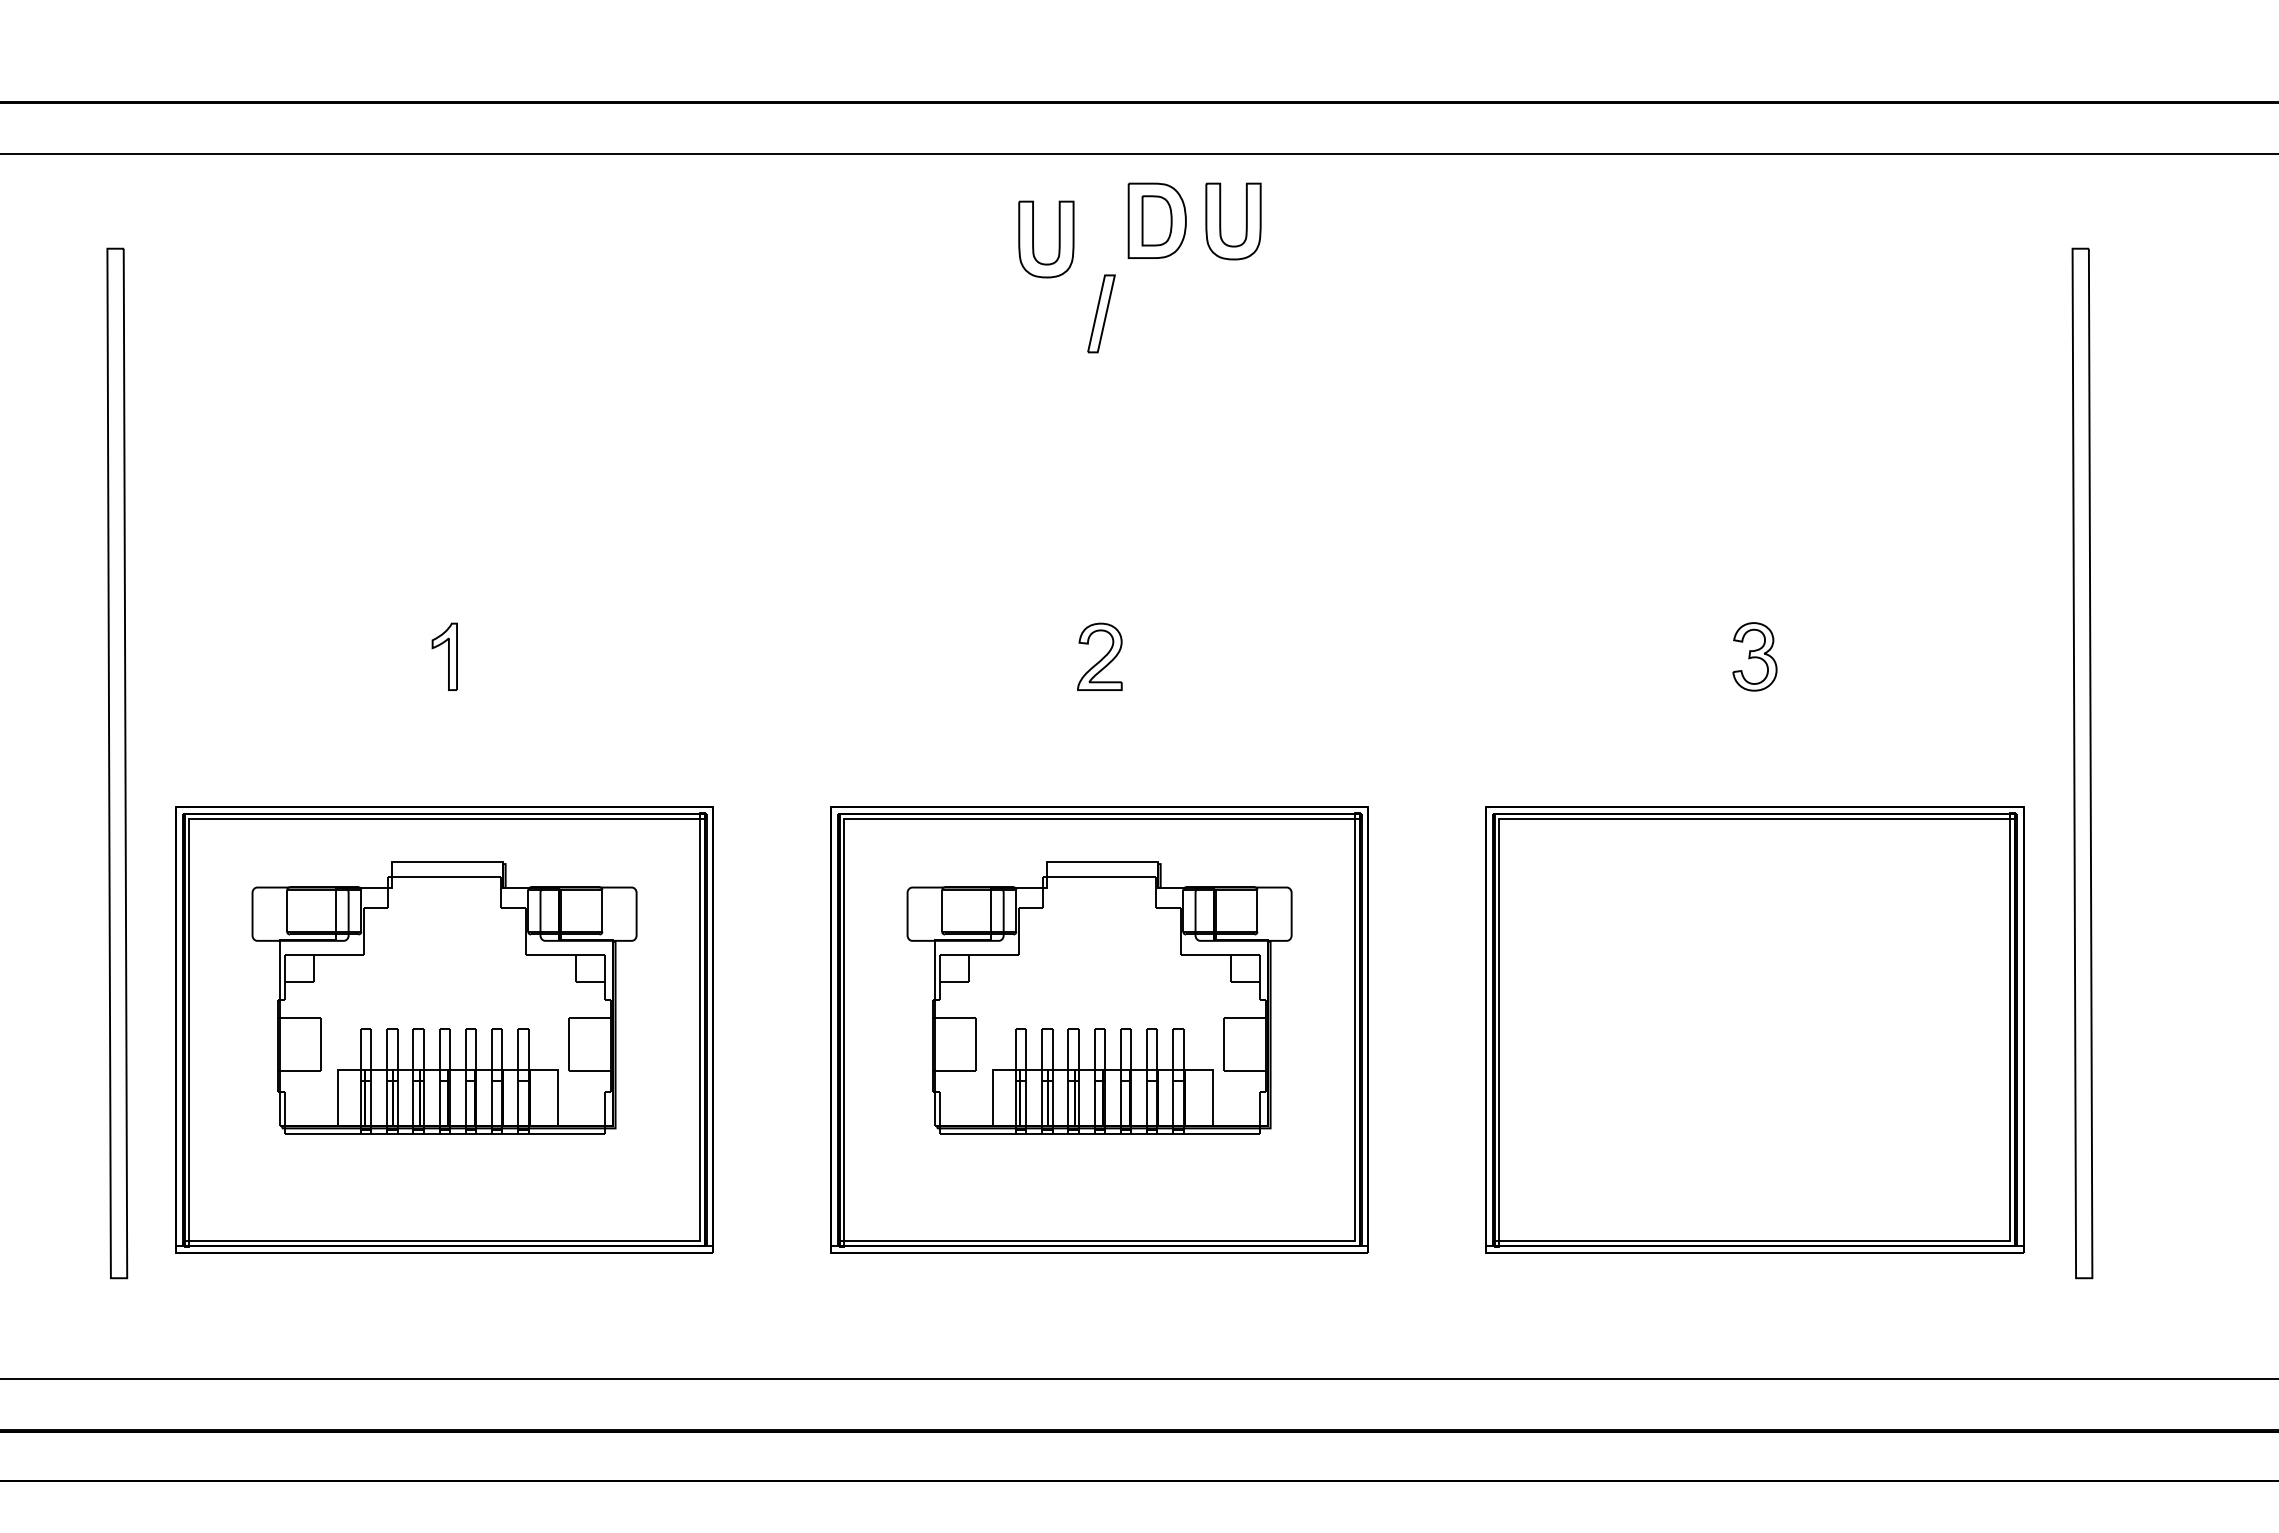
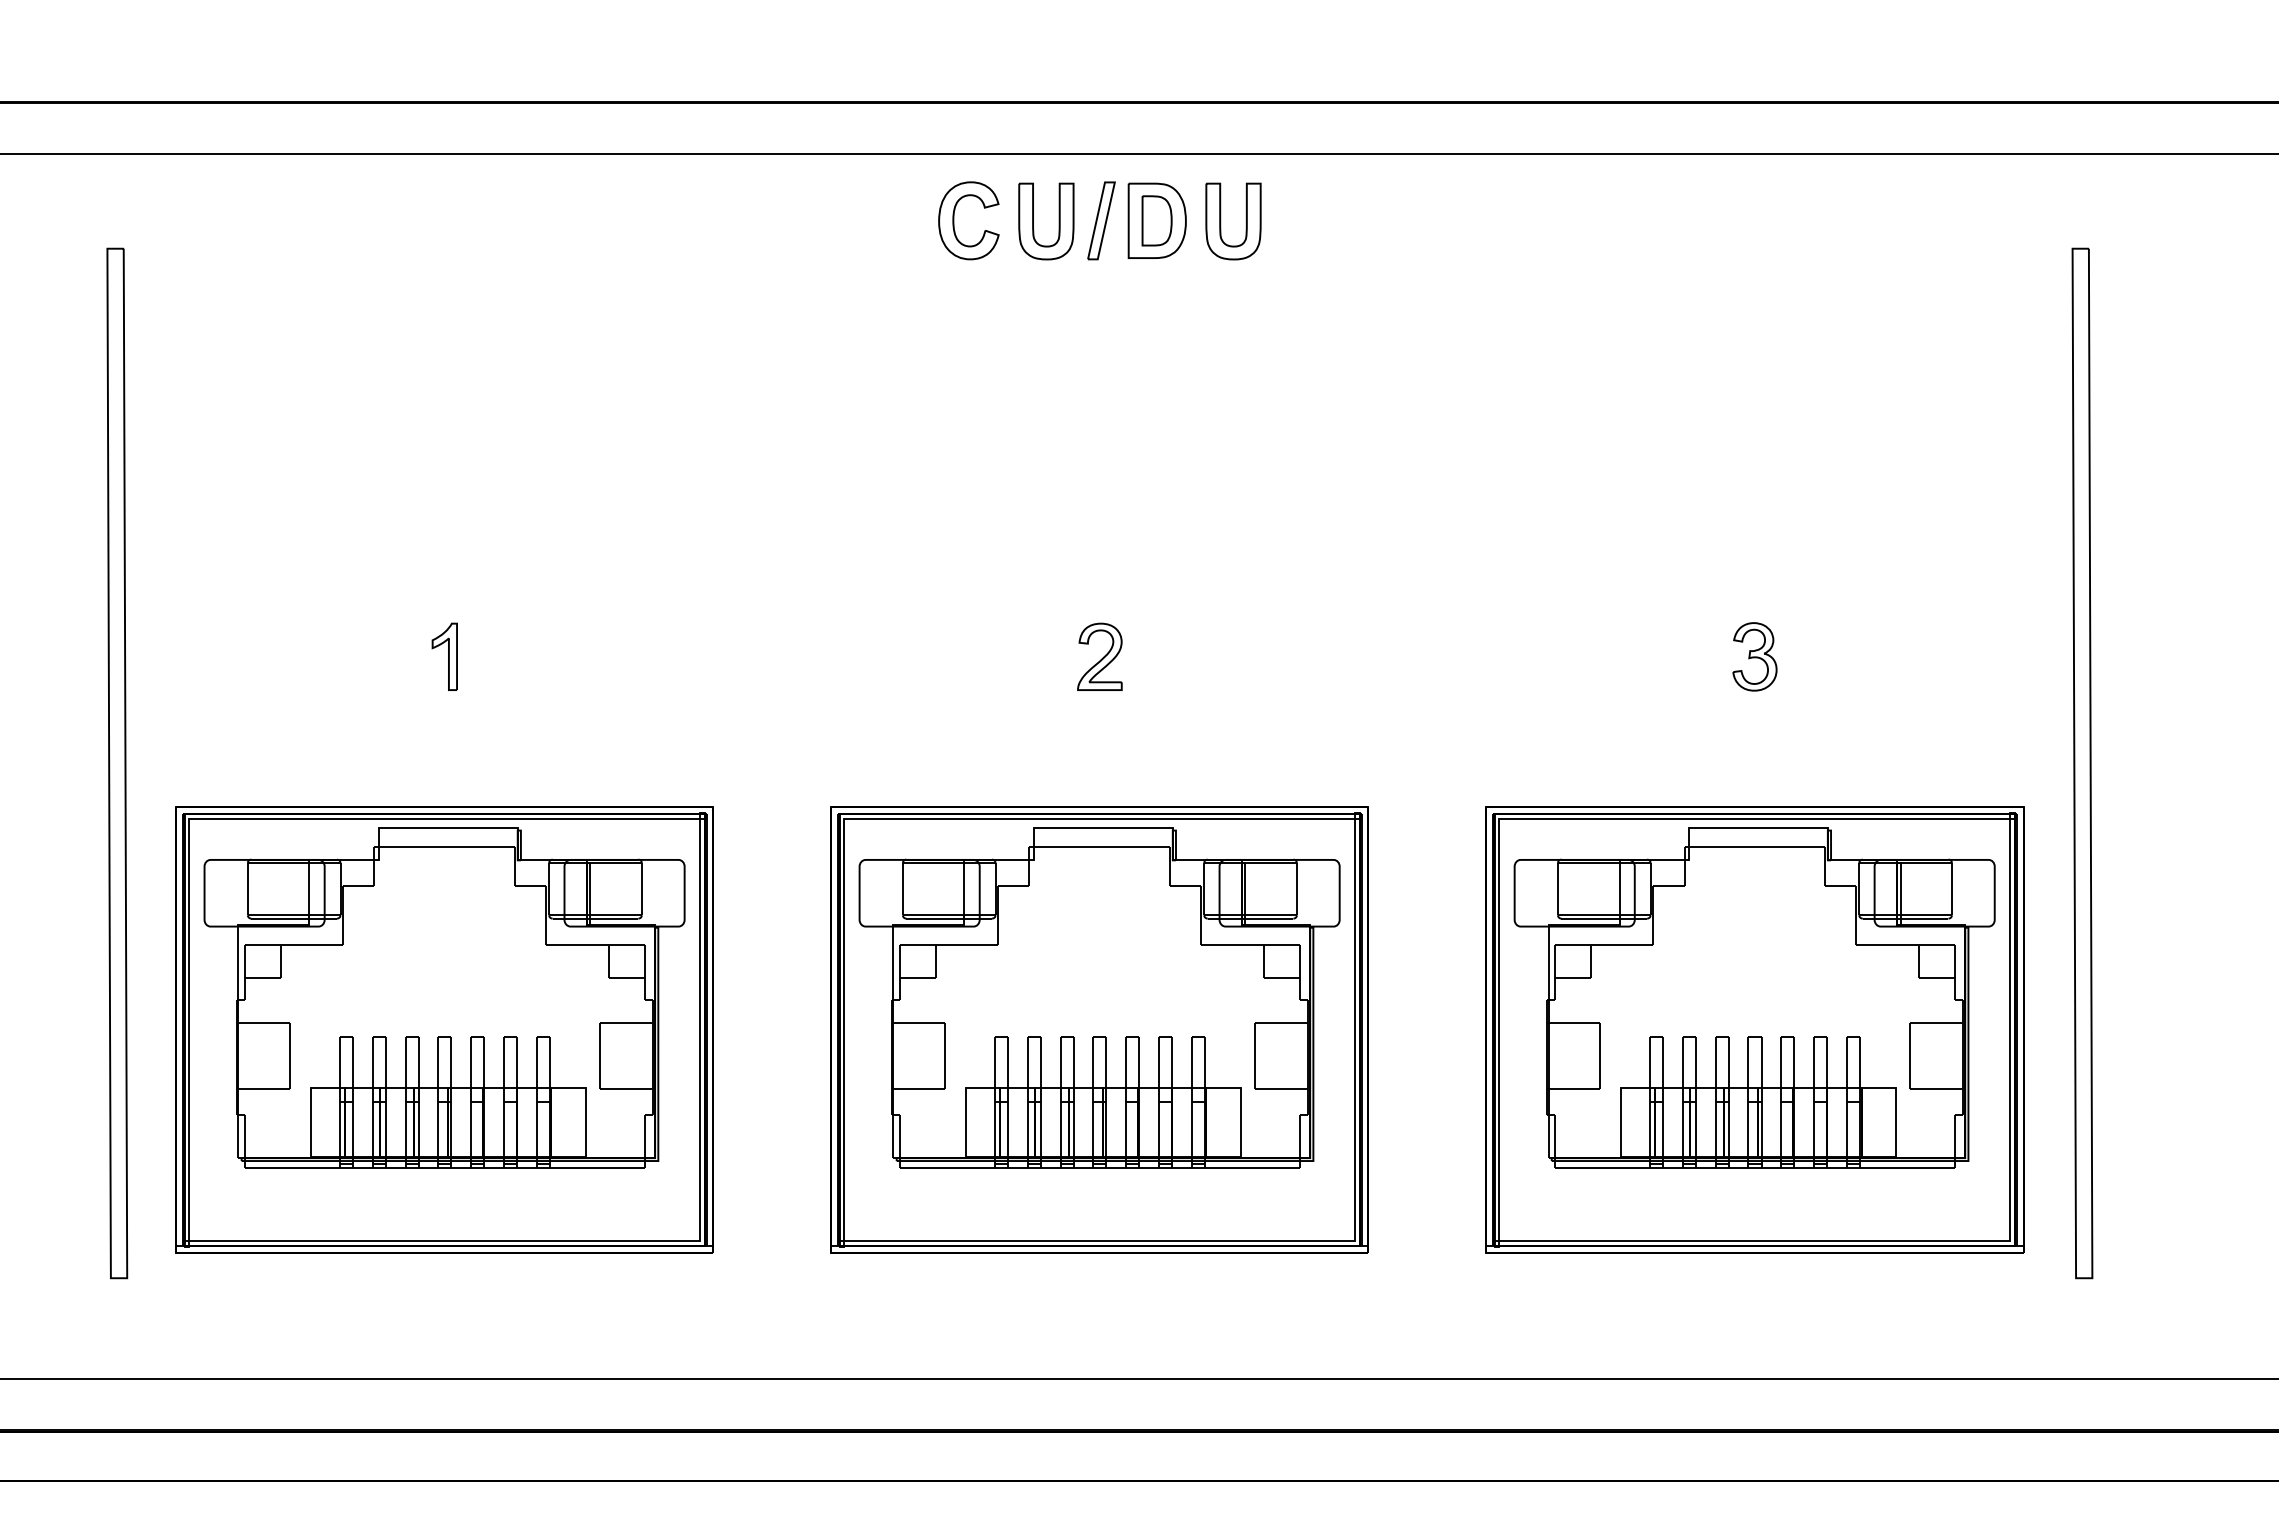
part at (954, 220): none -> present
part at (1058, 239) position: (1058, 239) -> (1058, 221)
part at (1101, 313) position: (1101, 313) -> (1101, 220)
part at (444, 997) size: 387x274 px -> 483x342 px
part at (1099, 997) size: 387x274 px -> 483x342 px
part at (1754, 997): none -> present
